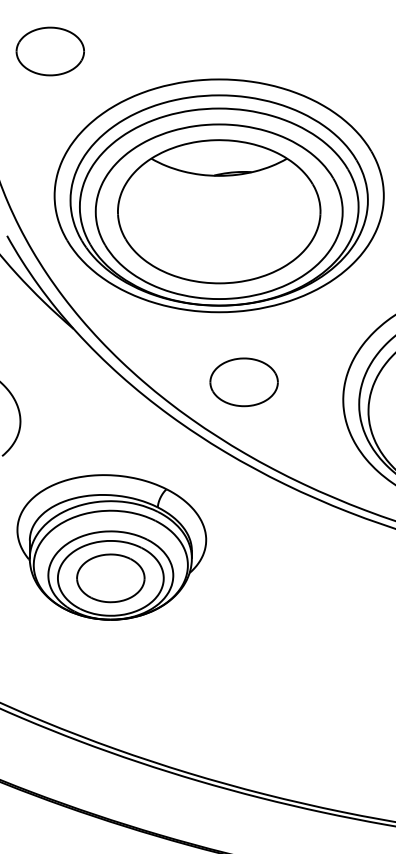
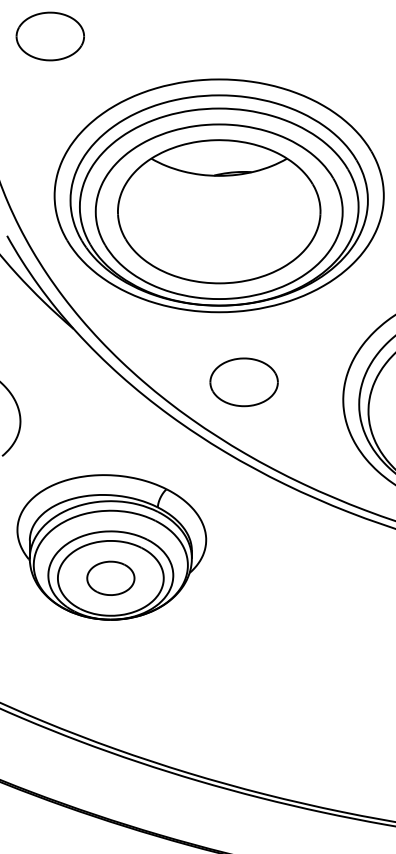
part at (49, 51) position: (49, 51) -> (49, 36)
part at (110, 578) size: 70x51 px -> 50x36 px
